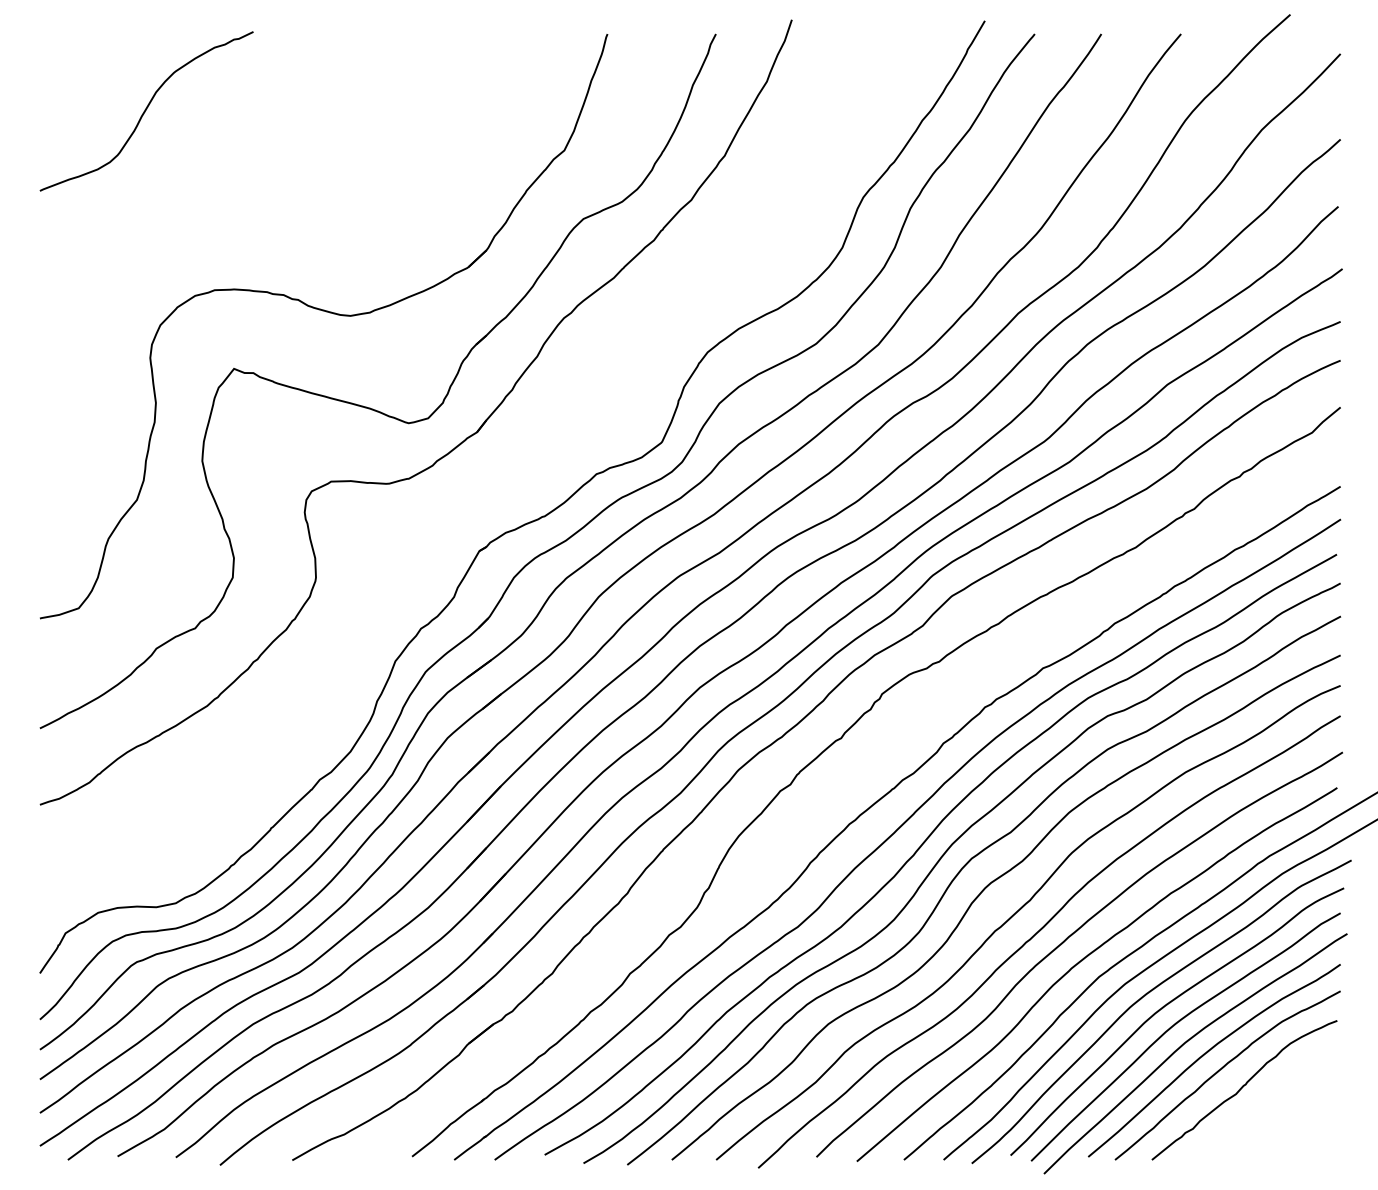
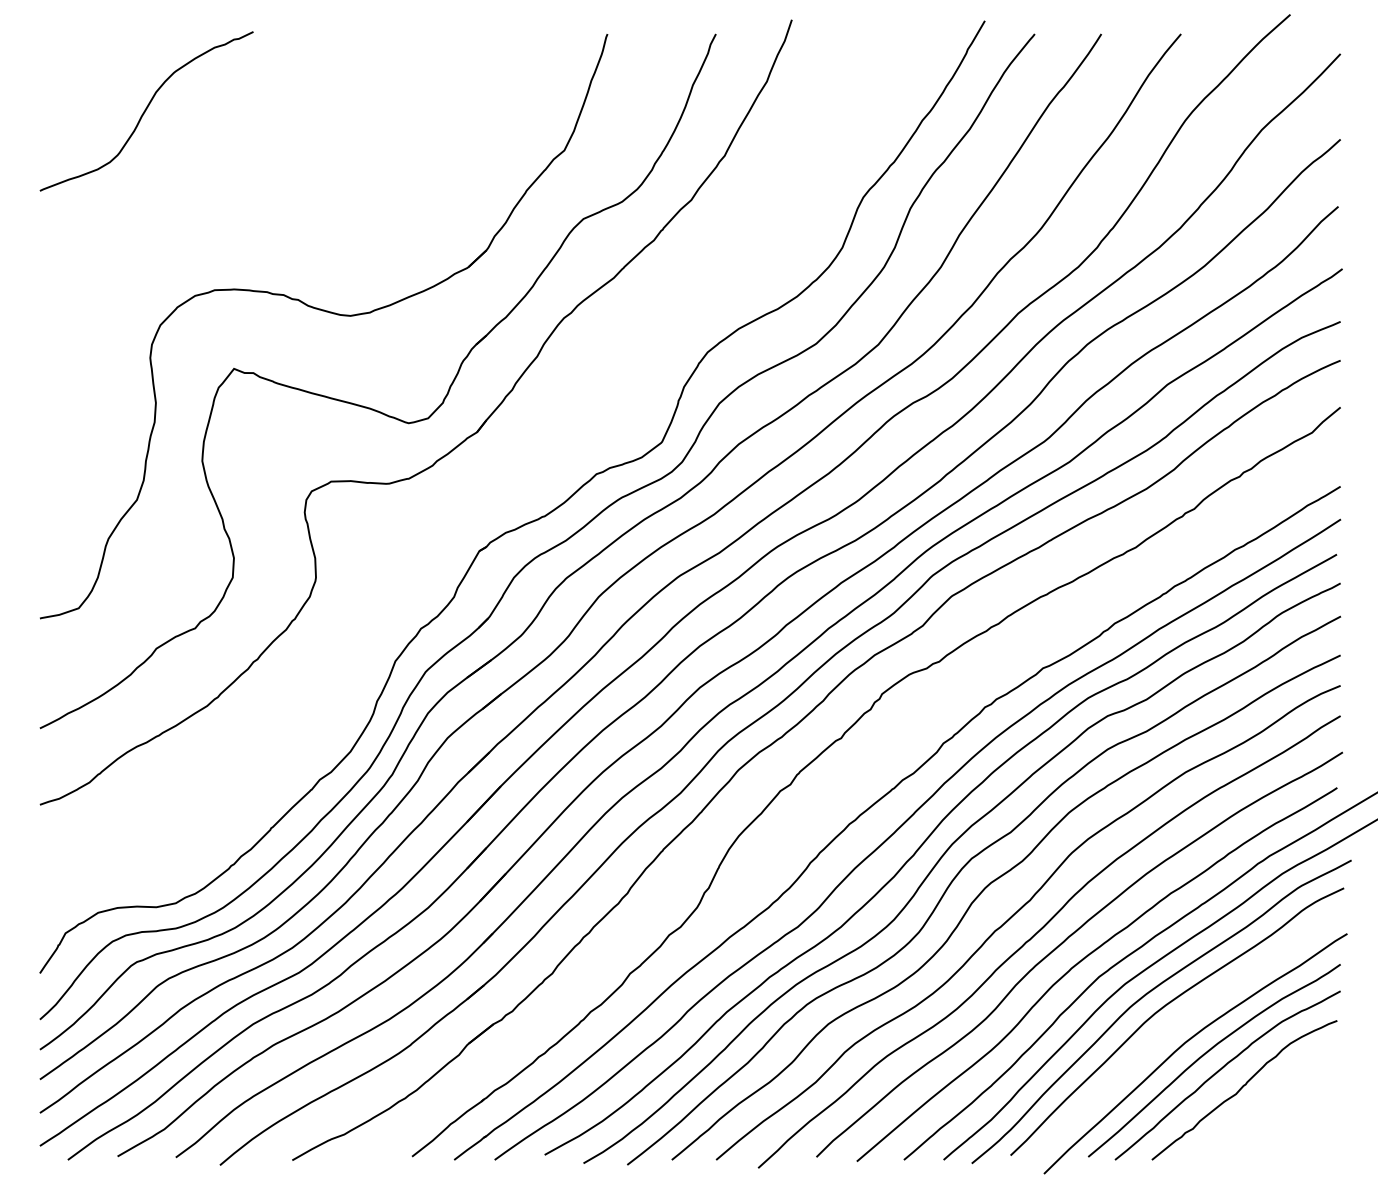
curve at (1175, 1025): present -> none
